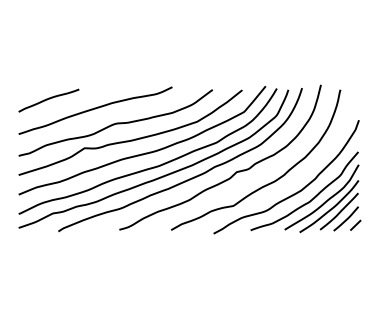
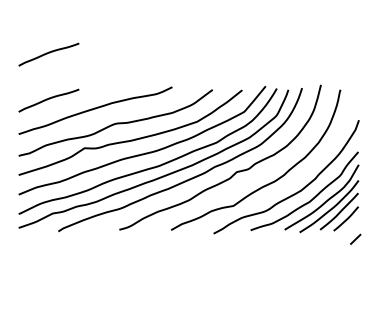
curve at (48, 53): none -> present
line at (355, 224) position: (355, 224) -> (355, 238)
